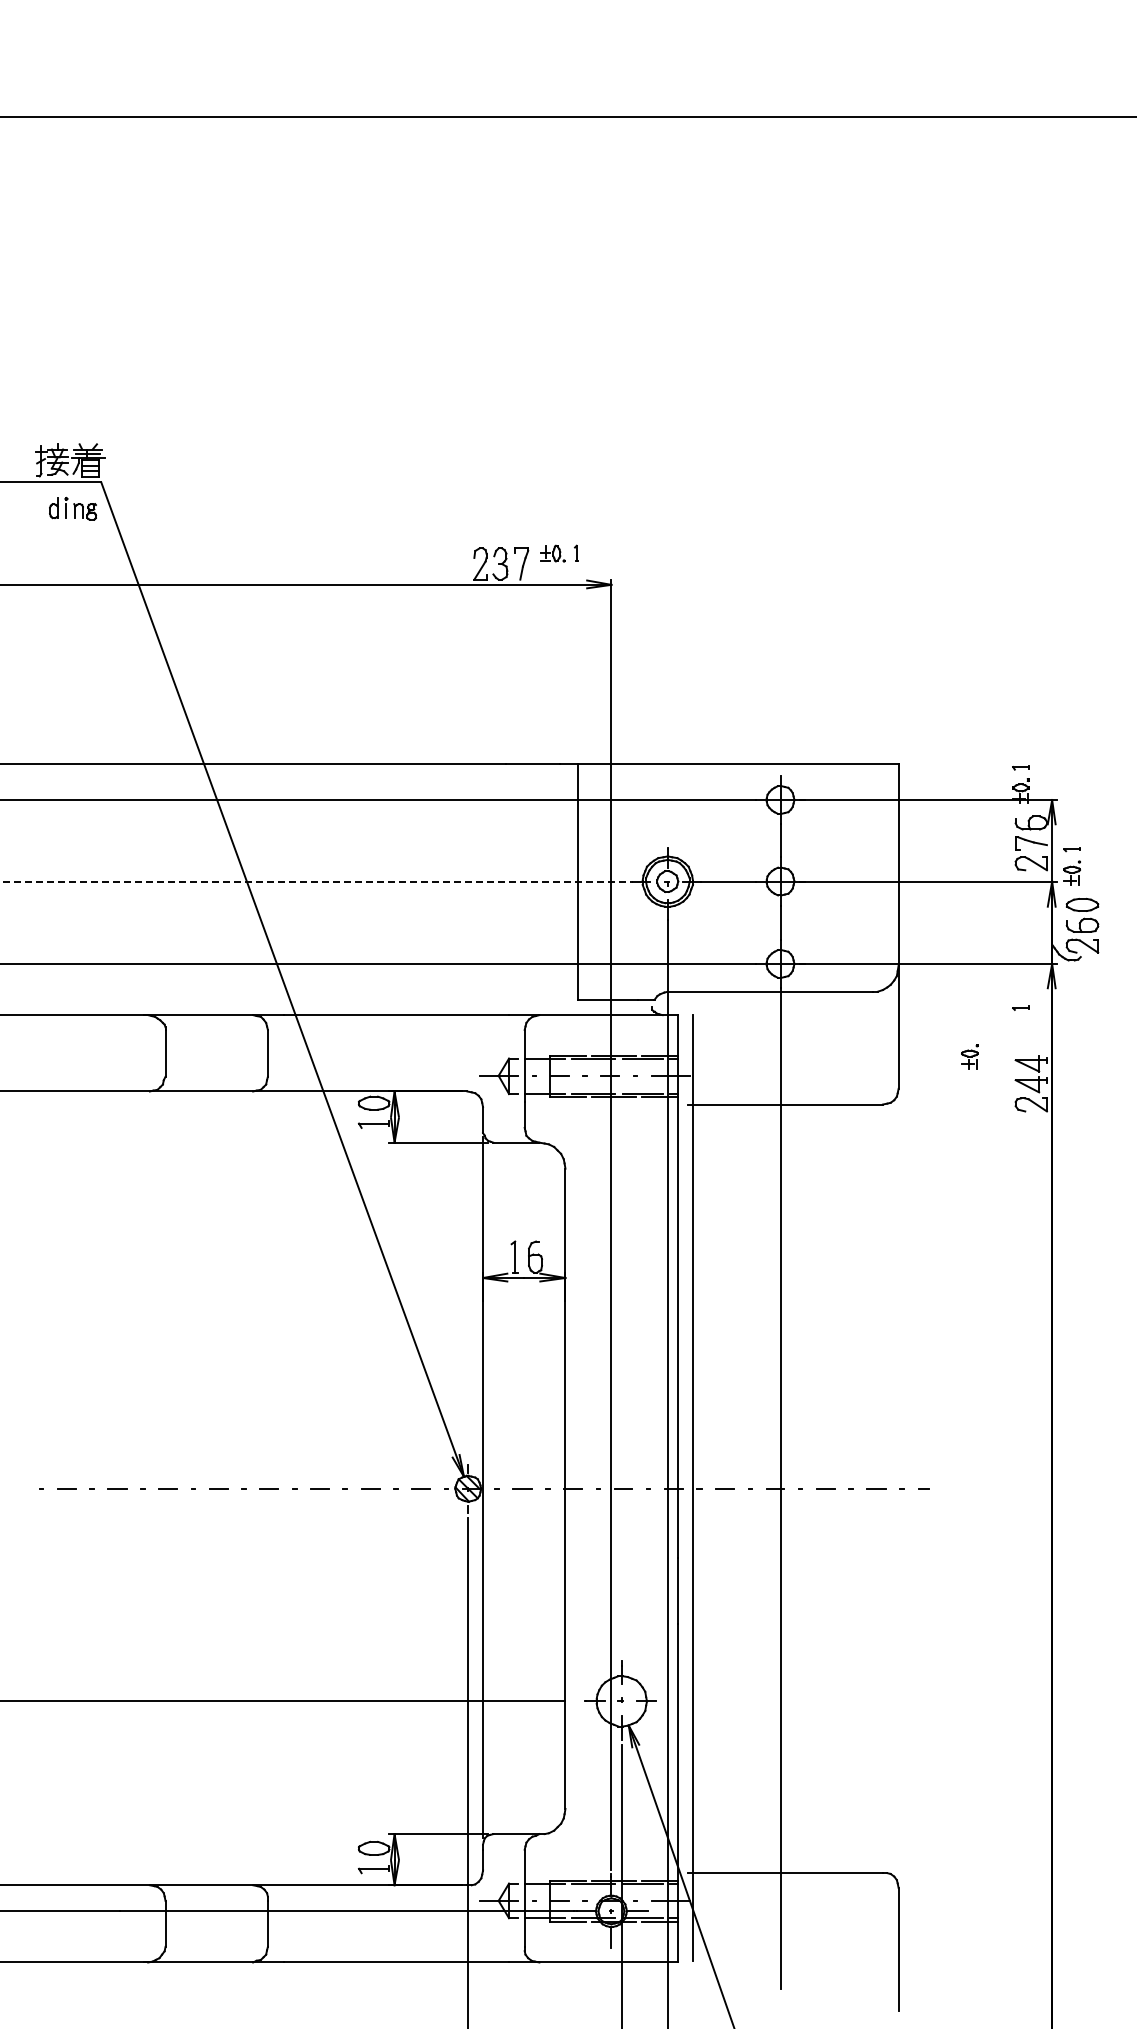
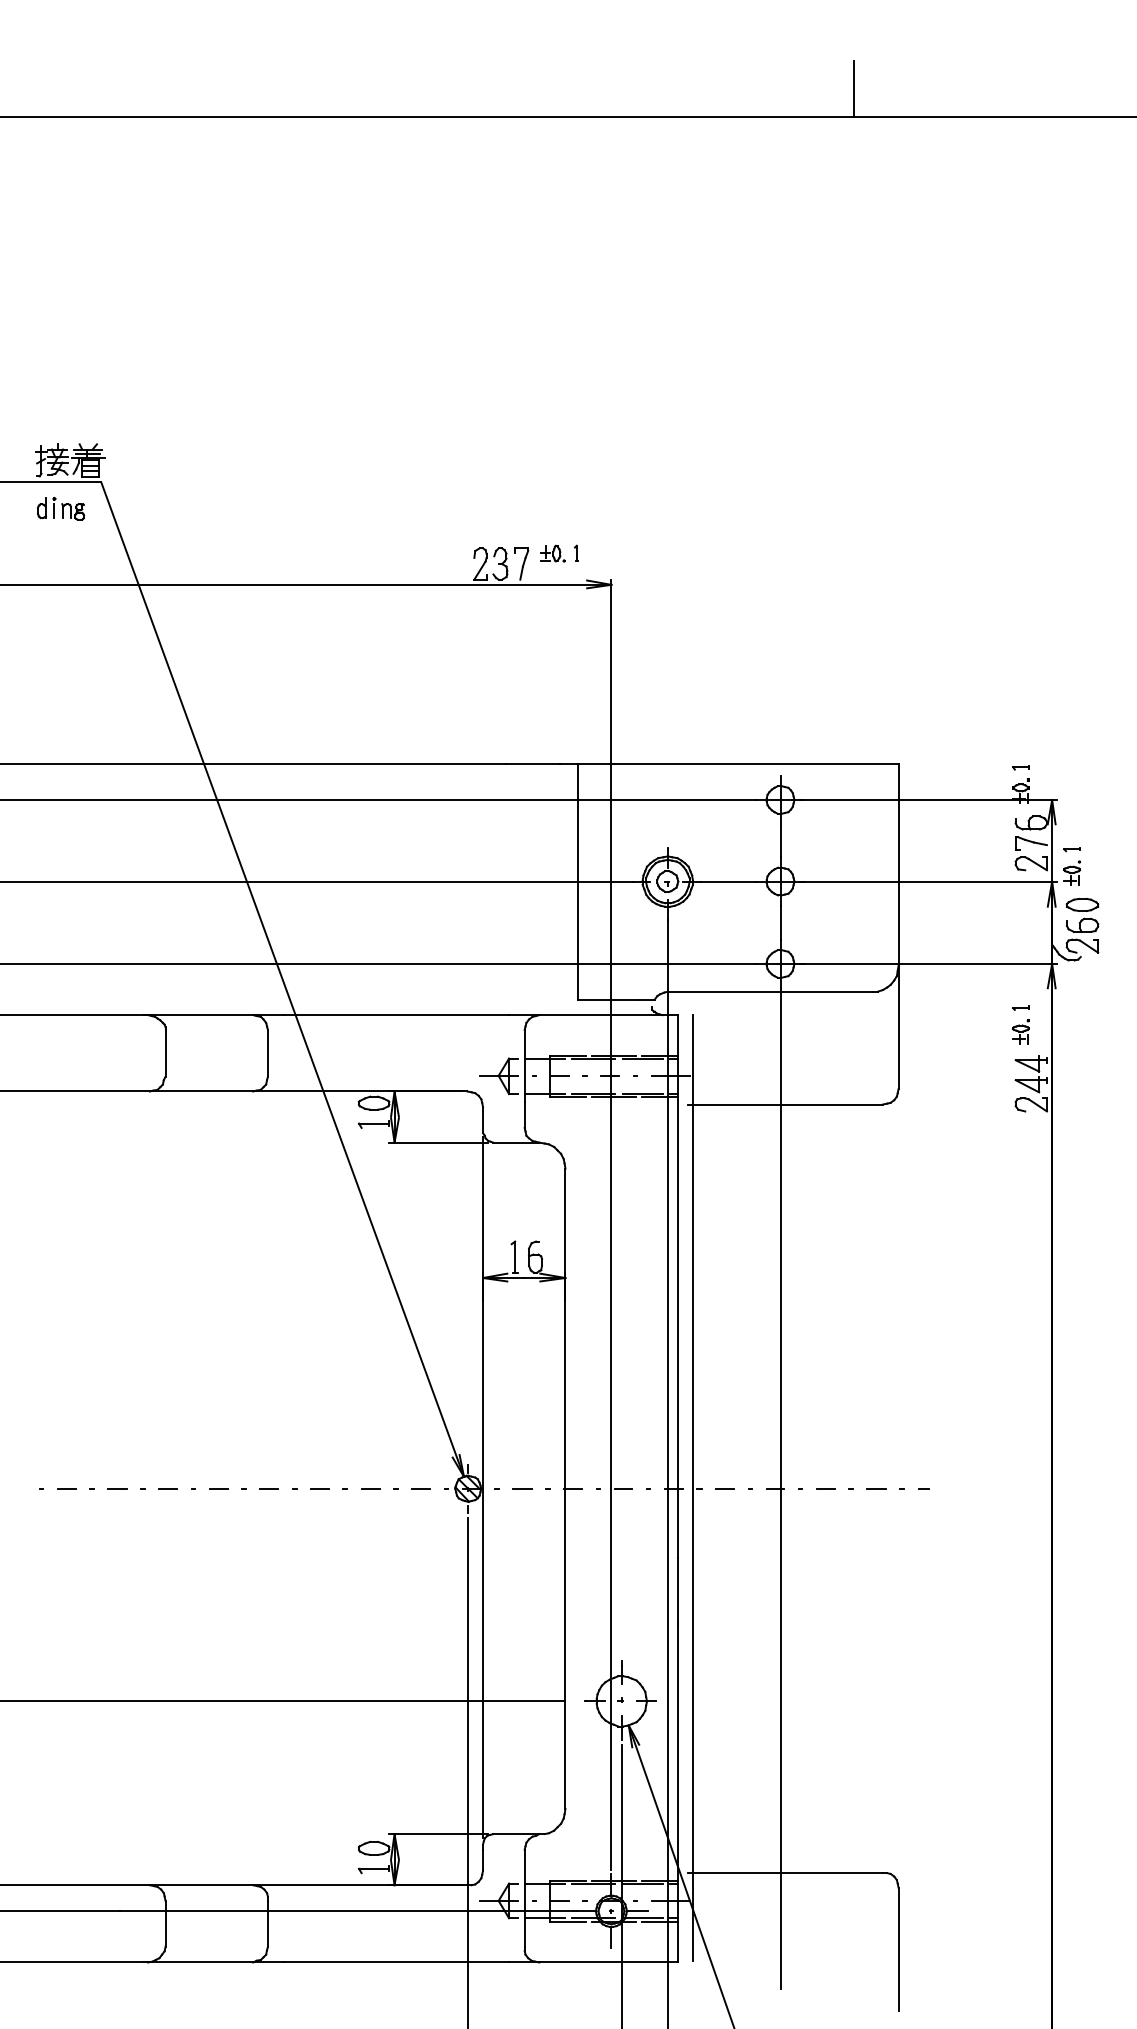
line at (854, 88): none -> present
part at (72, 508) position: (72, 508) -> (60, 508)
line at (317, 881): dashed -> solid
part at (969, 1056) position: (969, 1056) -> (1020, 1031)
